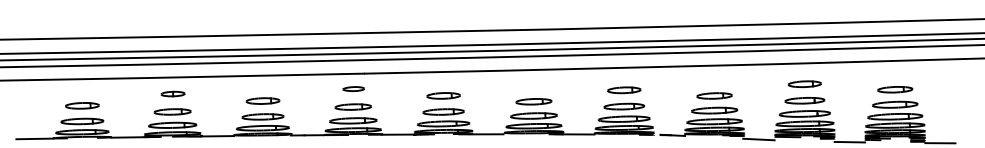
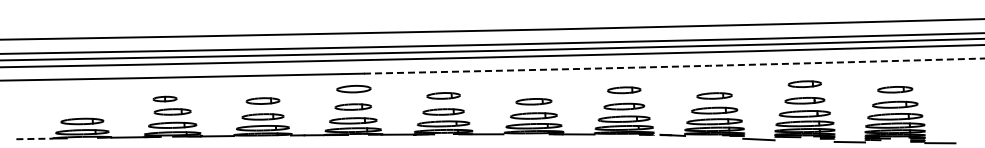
arc at (674, 66): solid -> dashed
part at (353, 88) size: 23x6 px -> 36x9 px
part at (172, 93) position: (172, 93) -> (164, 98)
part at (82, 105): present -> none
line at (35, 138): solid -> dashed
